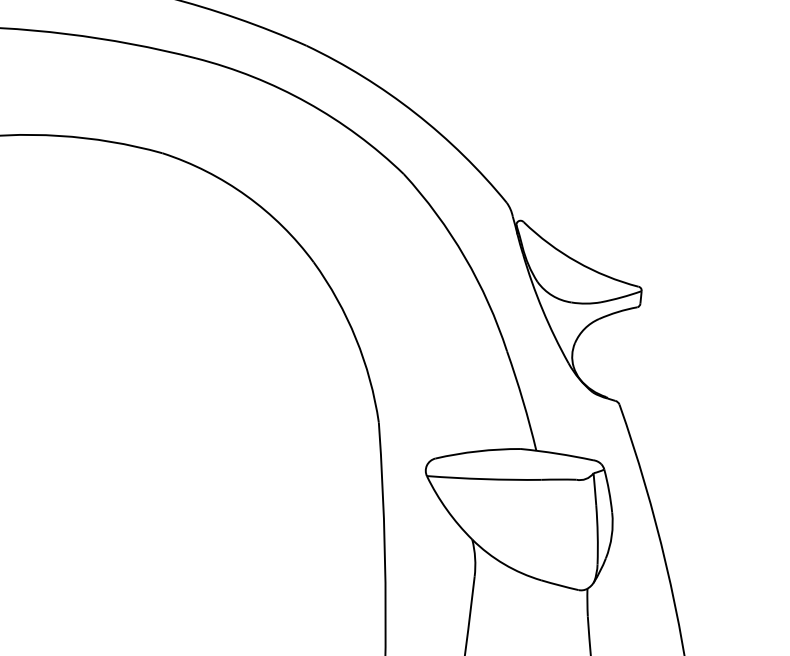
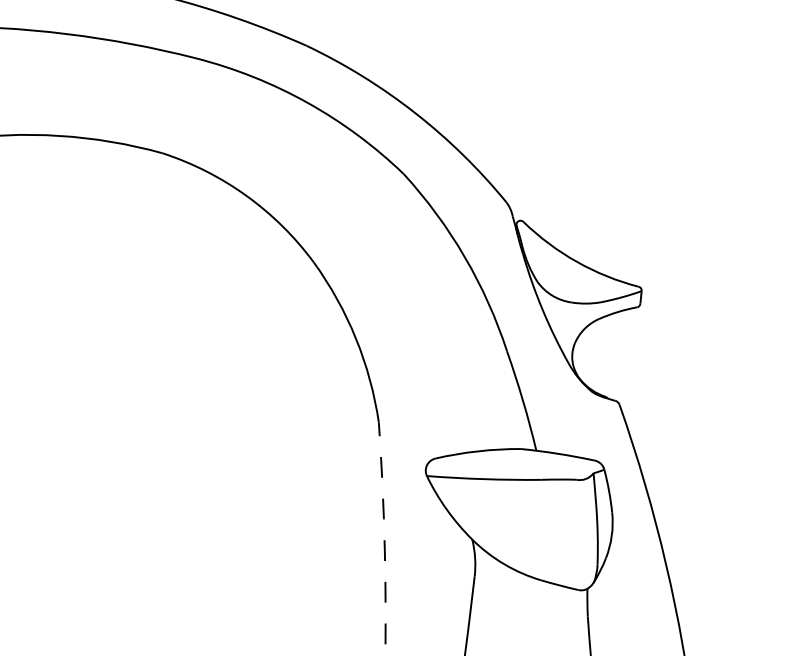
arc at (384, 539): solid -> dashed
